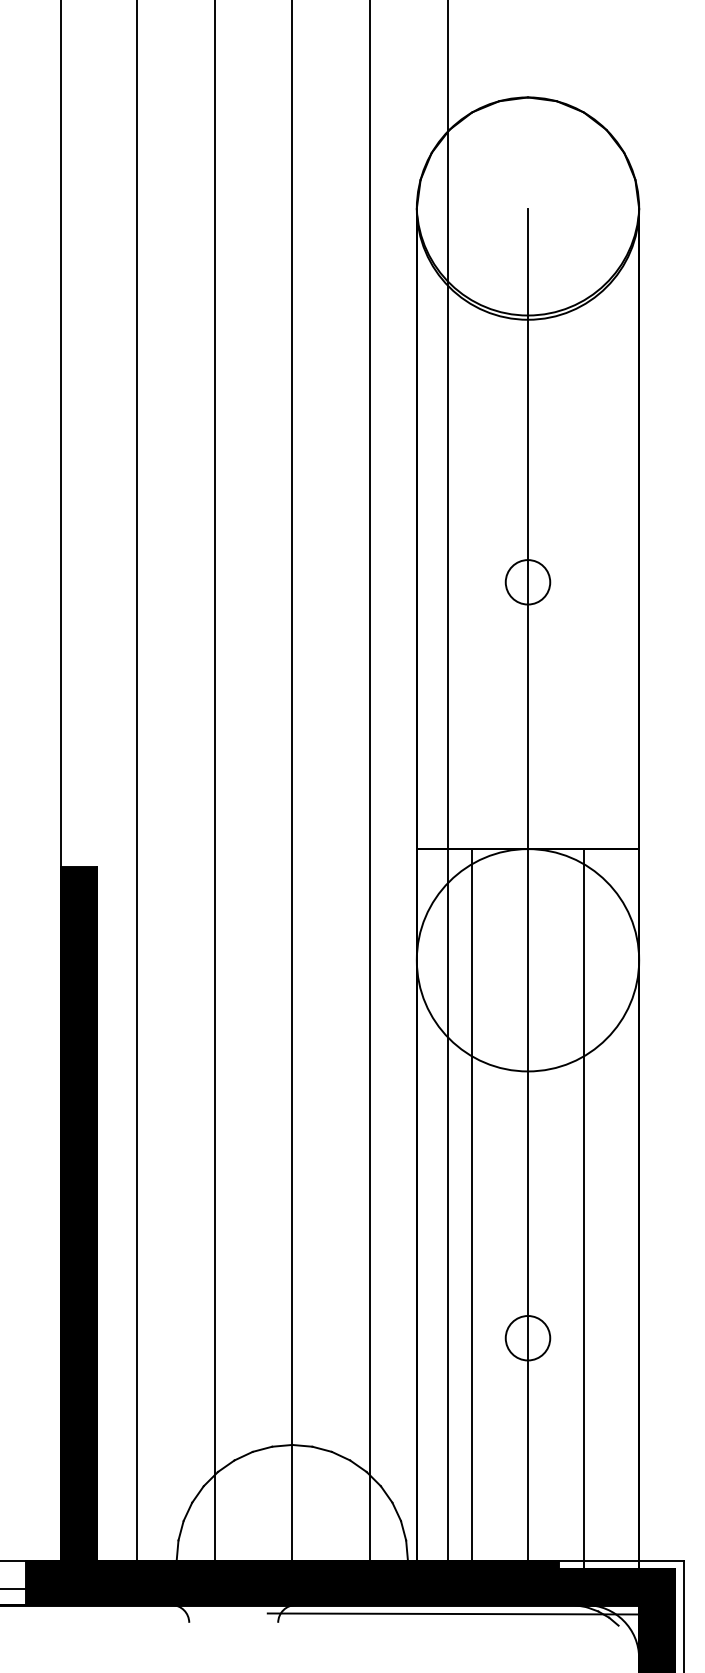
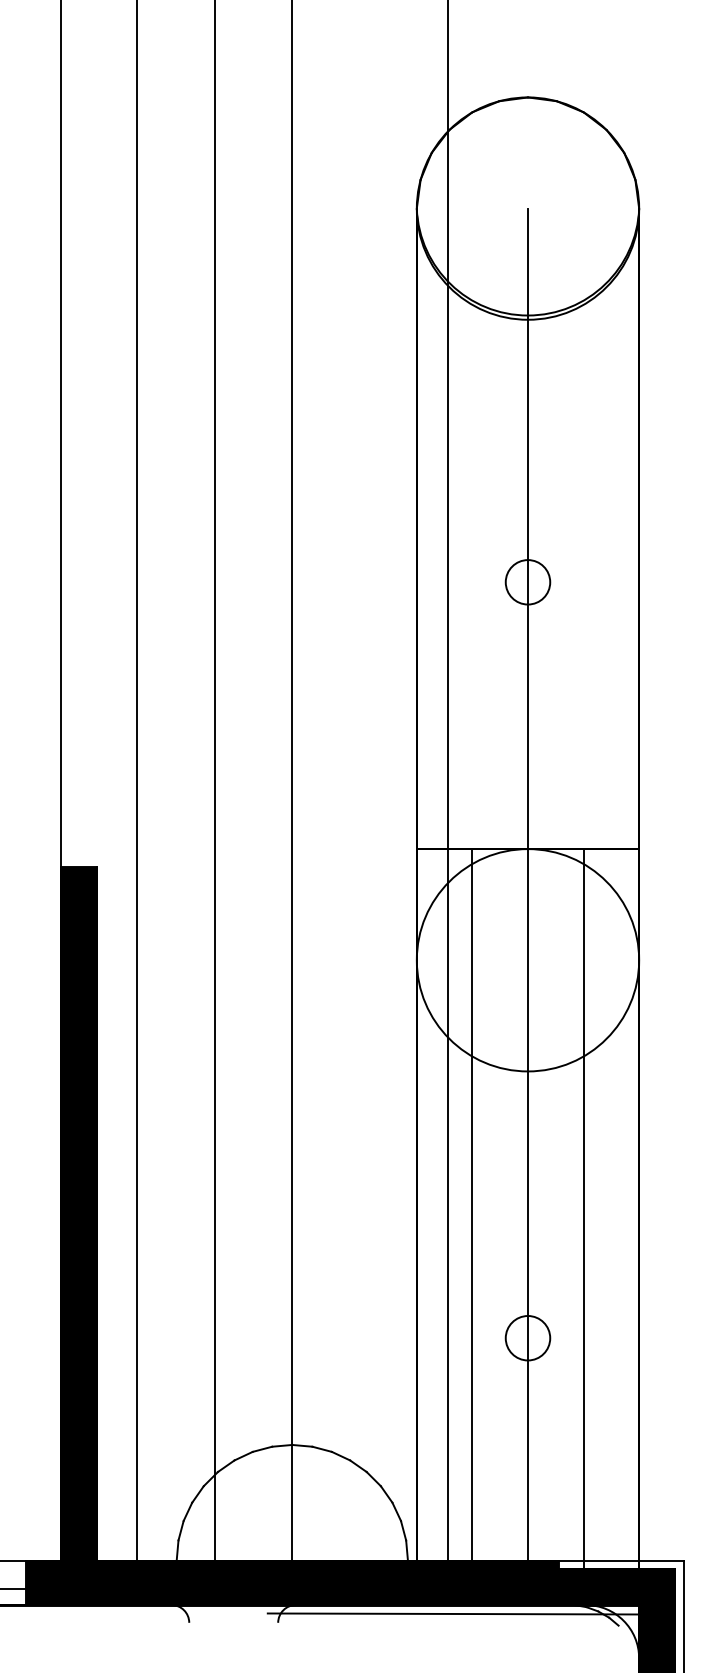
line at (370, 803): present -> none
